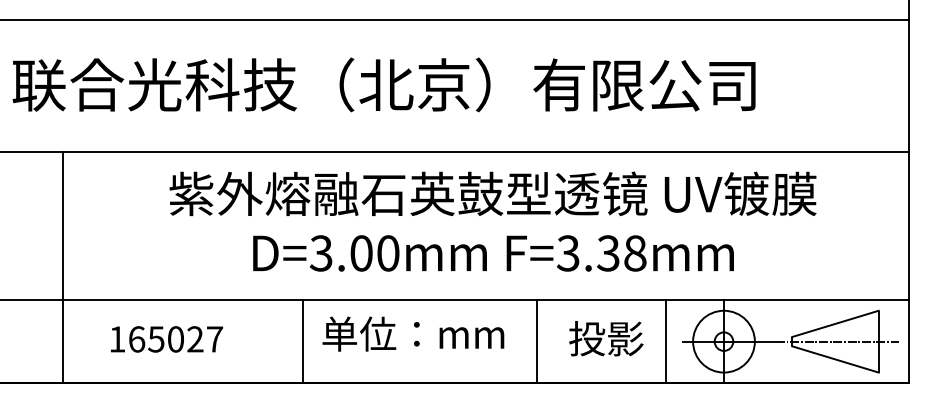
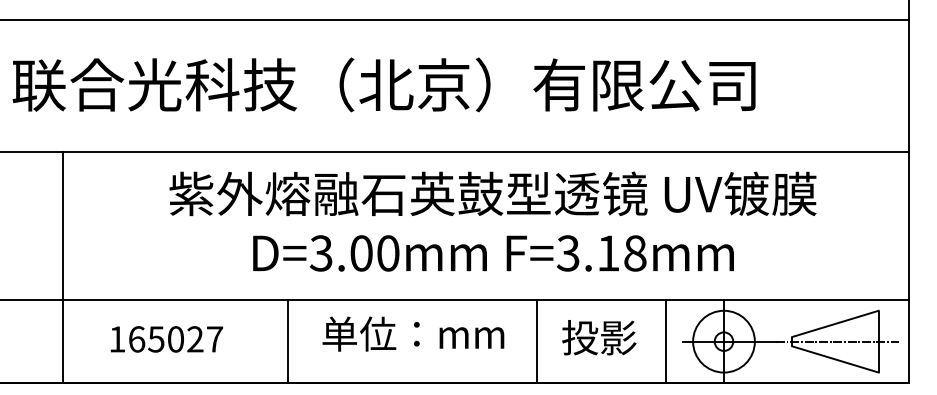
text at (608, 253): F=3.38mm -> F=3.18mm
text at (606, 338) position: (606, 338) -> (599, 337)
line at (302, 341) position: (302, 341) -> (287, 341)
